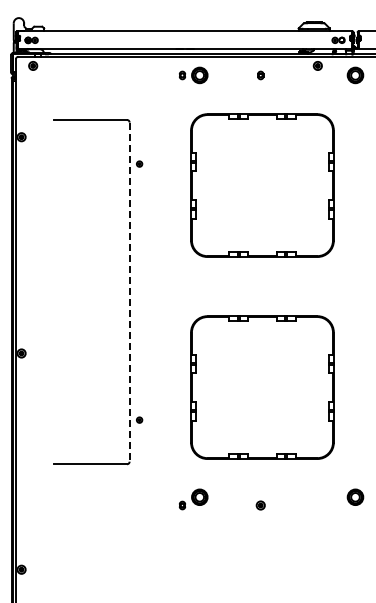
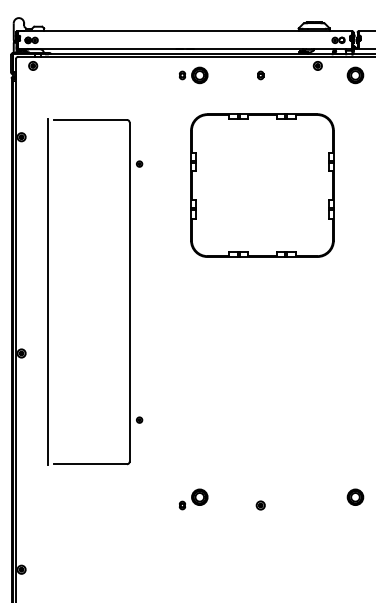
line at (48, 292): none -> present
line at (129, 292): dashed -> solid
part at (262, 387): present -> none
